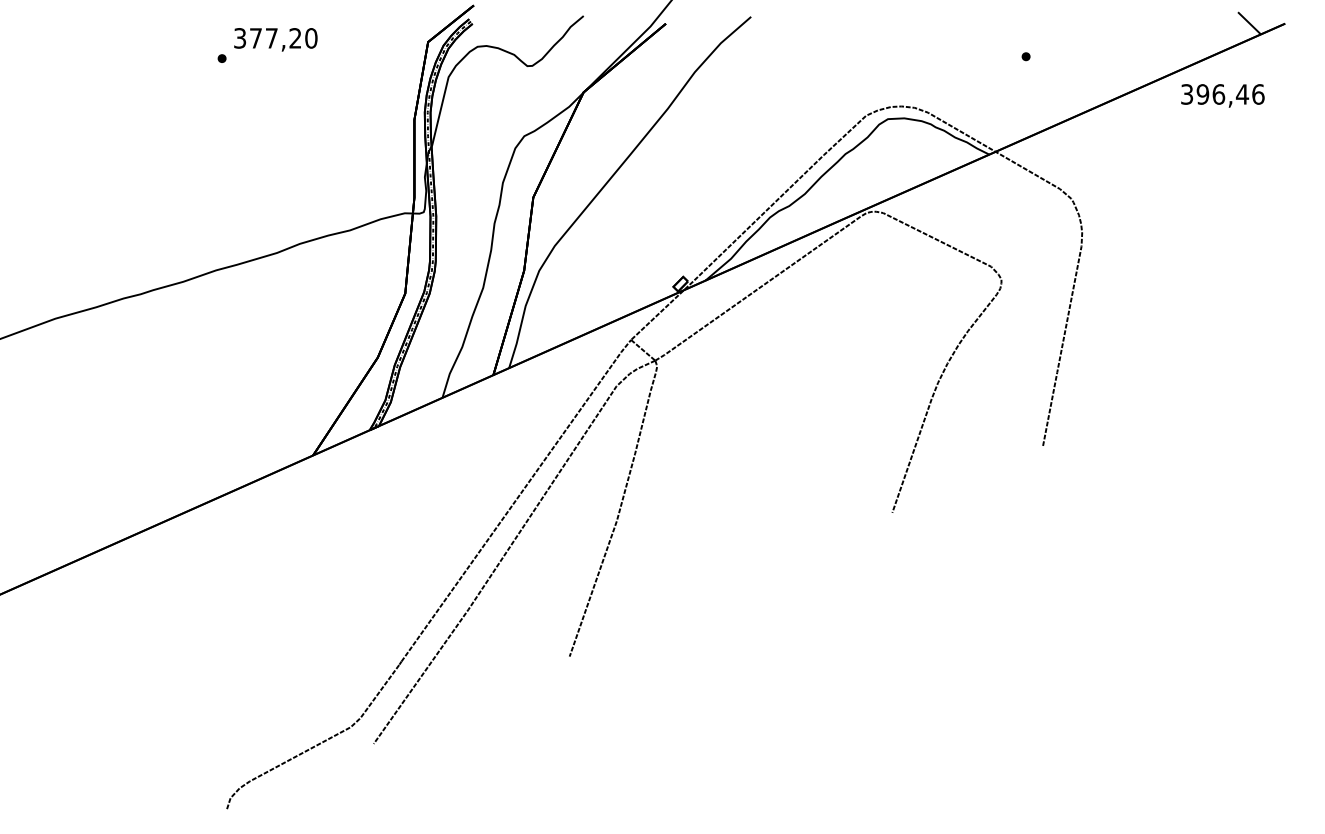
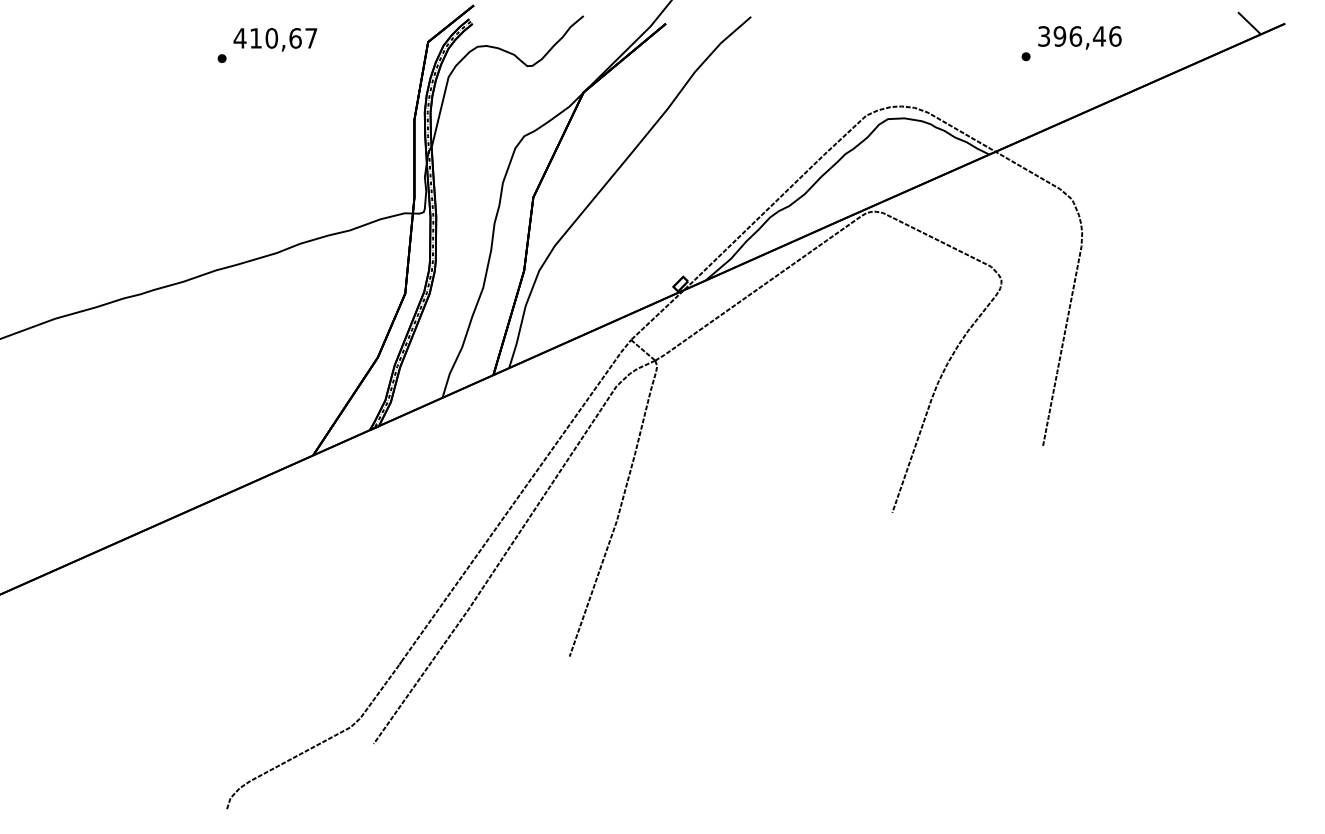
text at (275, 38): 377,20 -> 410,67
text at (1222, 95) position: (1222, 95) -> (1079, 37)
